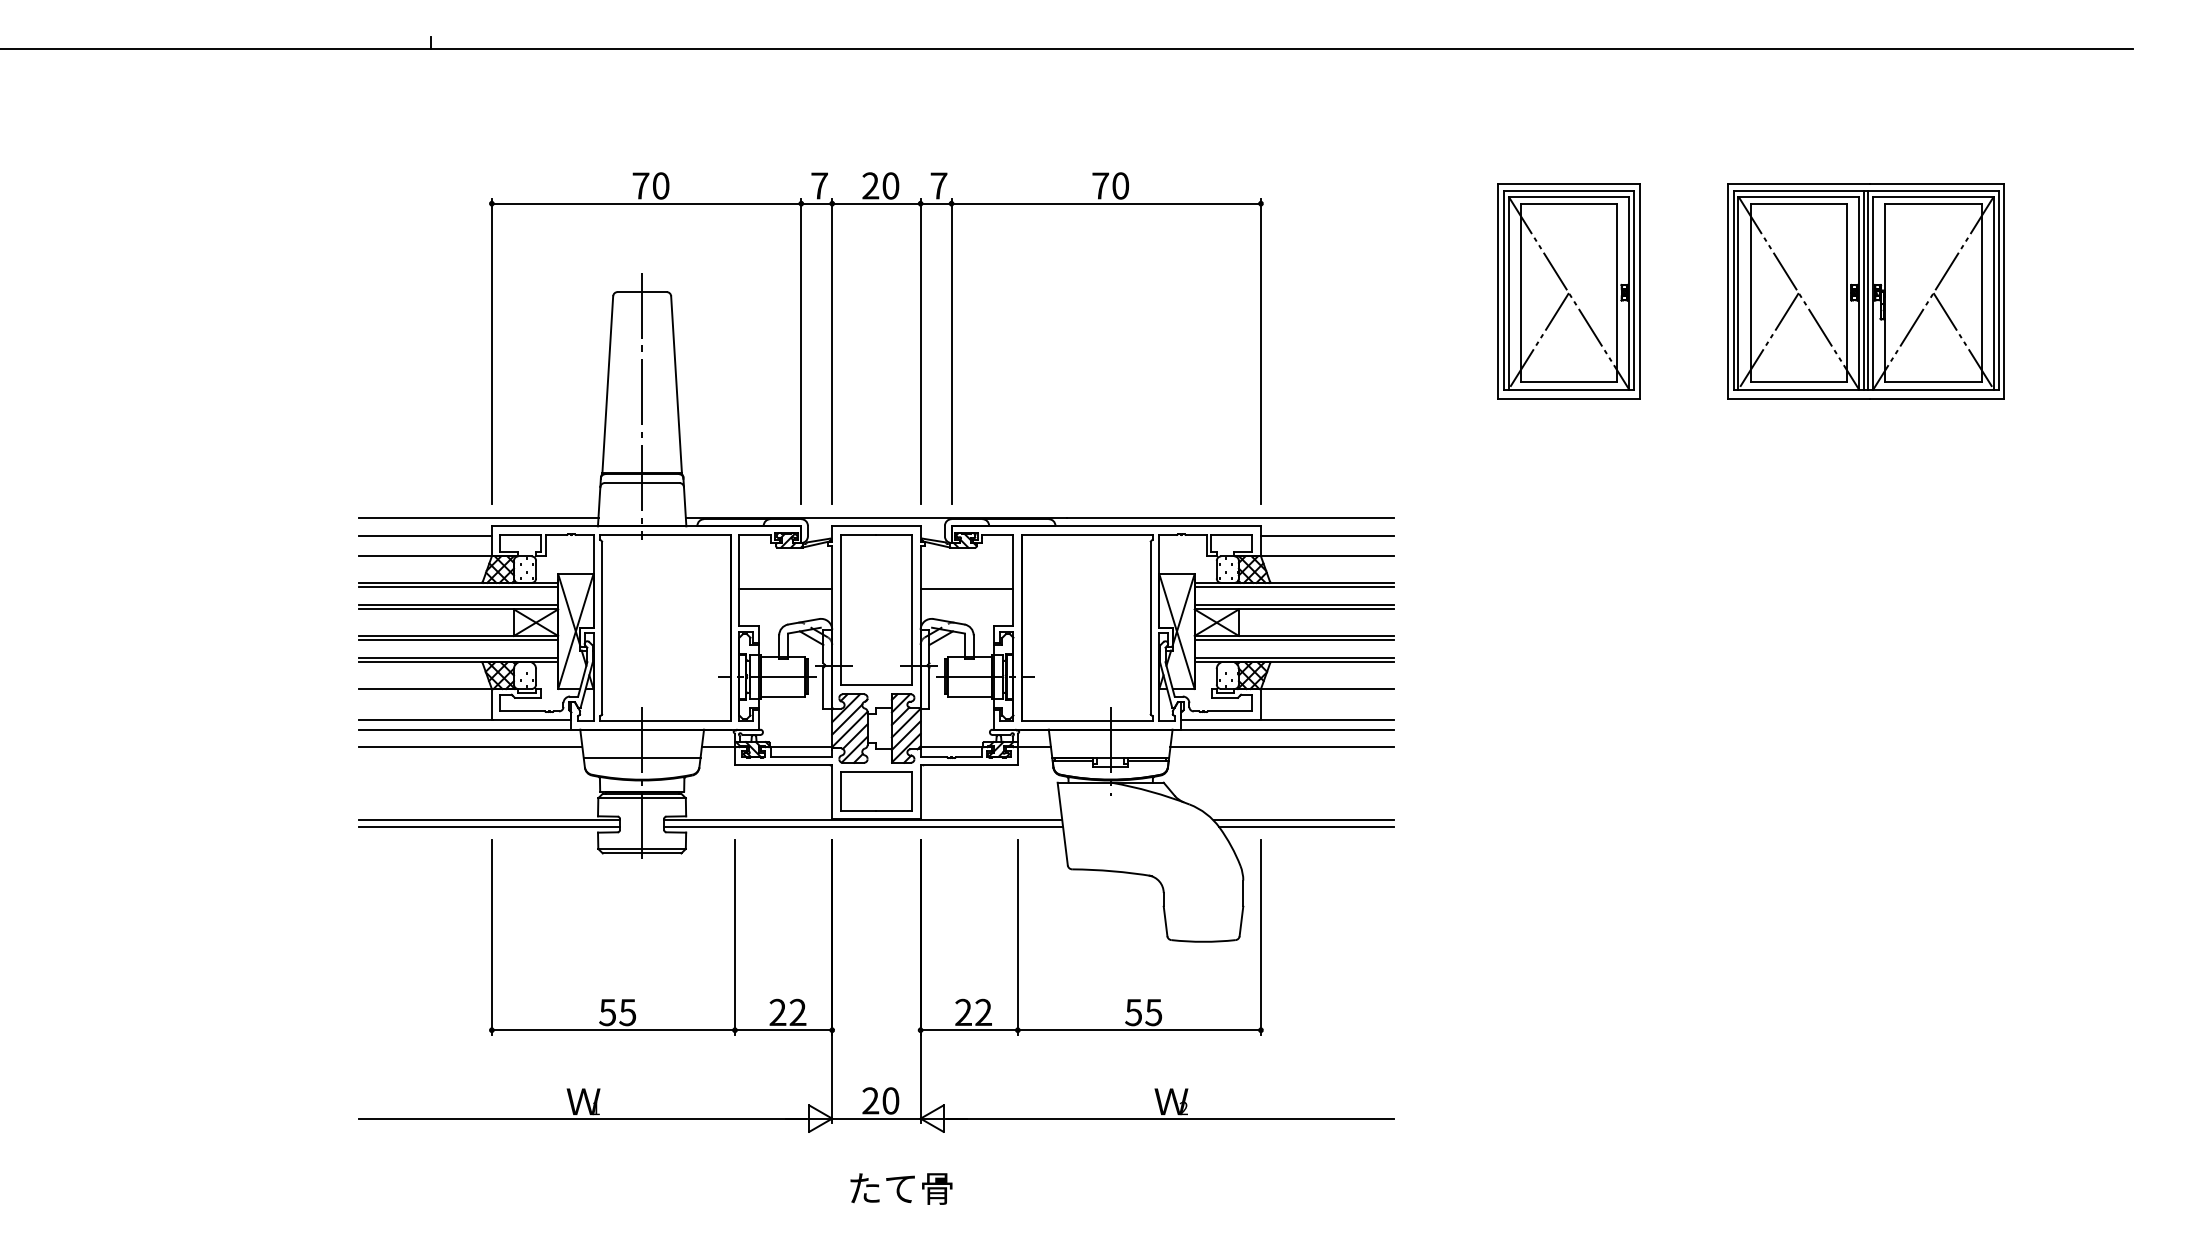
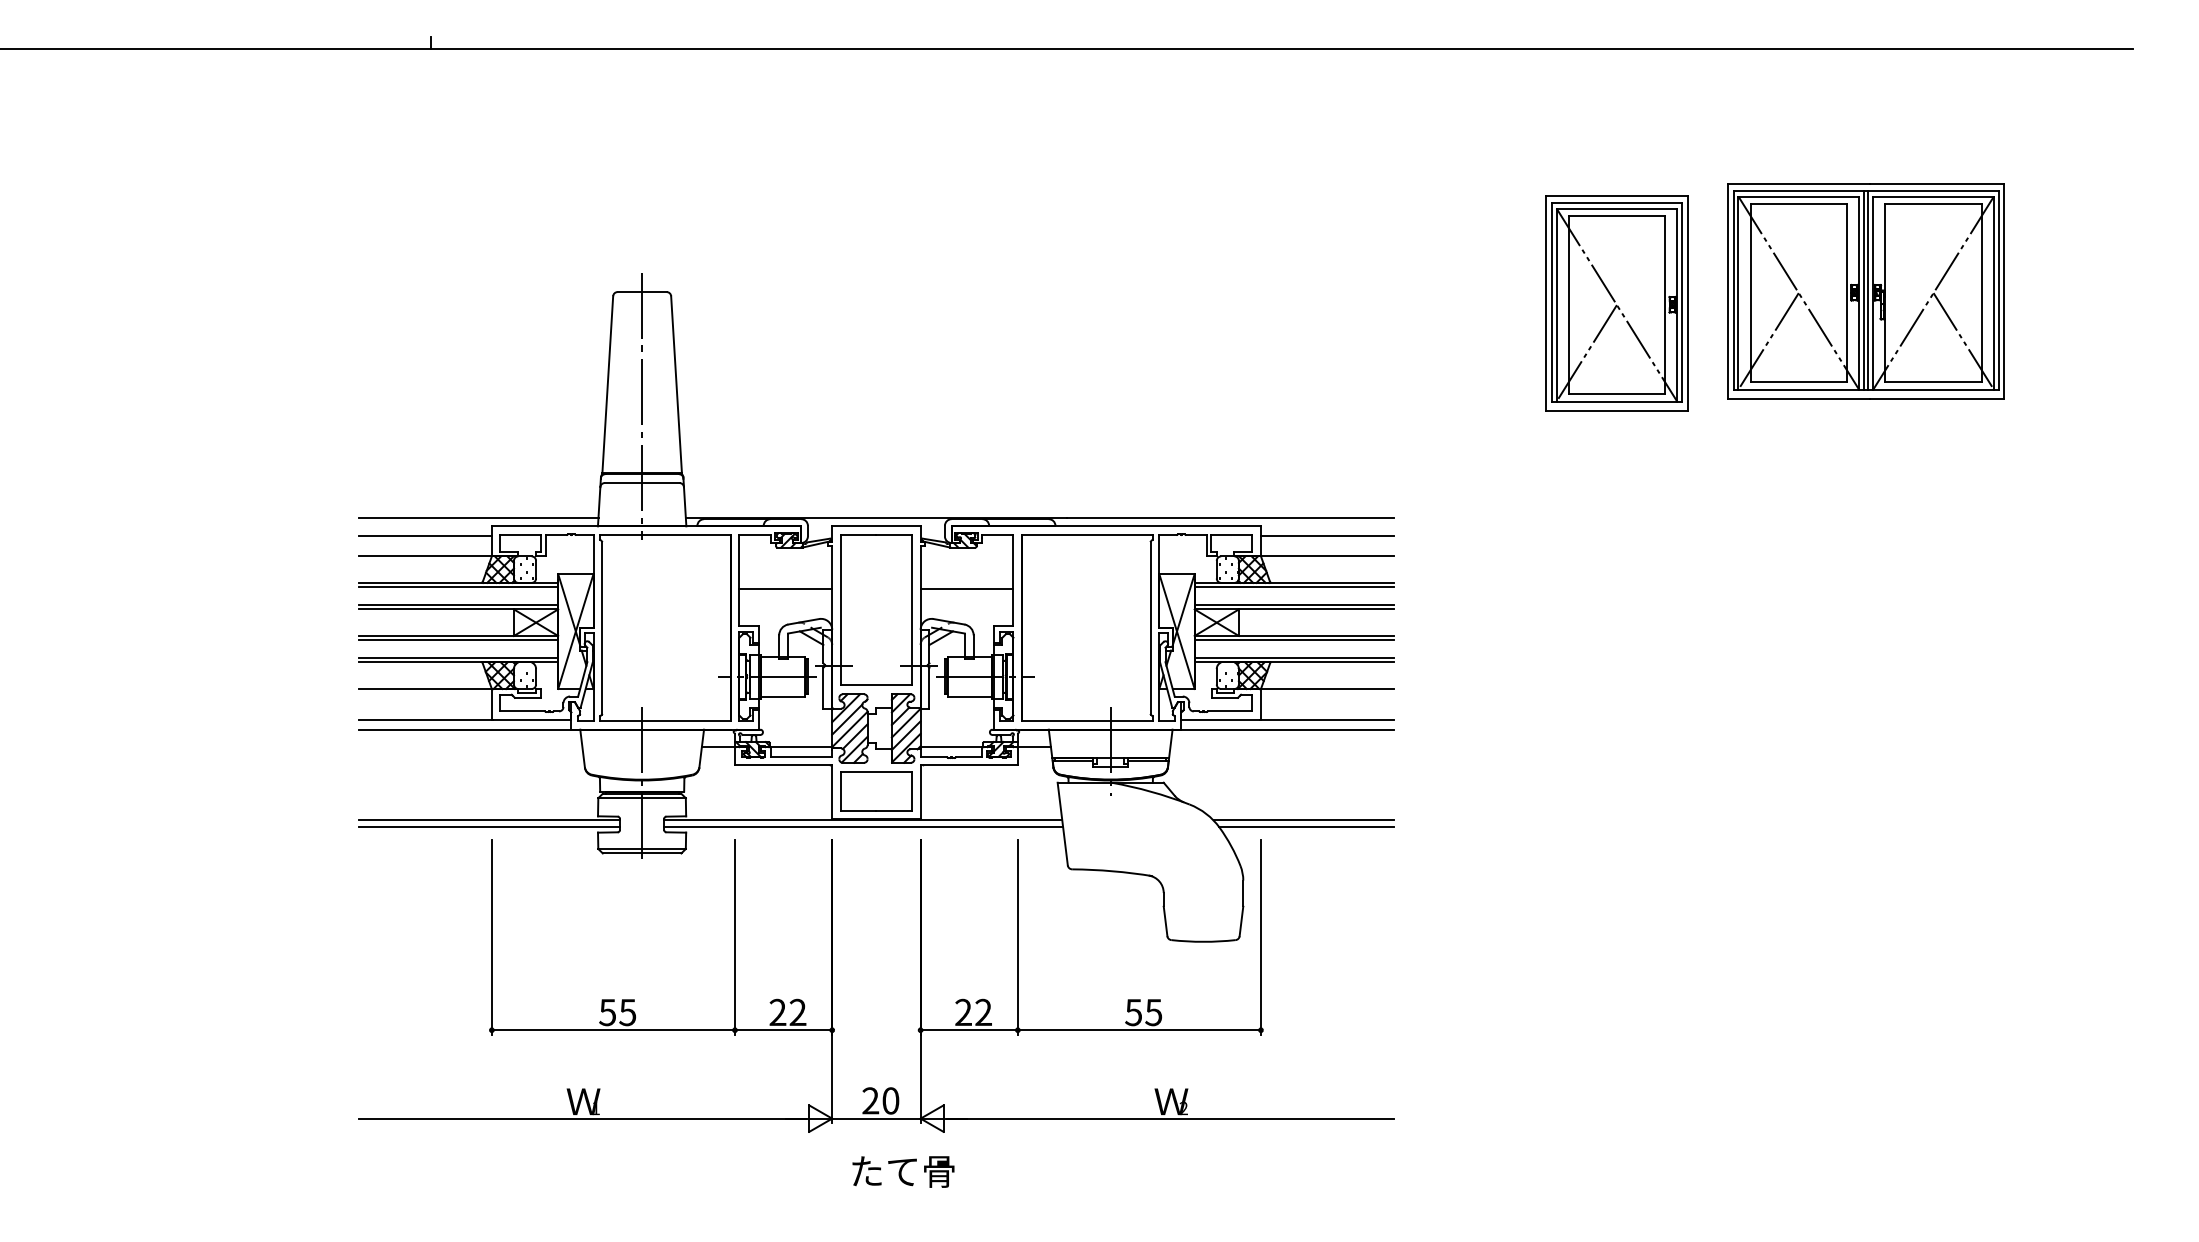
part at (1568, 291) position: (1568, 291) -> (1616, 303)
part at (832, 338): present -> none
line at (470, 747): present -> none
line at (1281, 747): present -> none
line at (641, 758): present -> none
text at (901, 1188) position: (901, 1188) -> (903, 1171)
